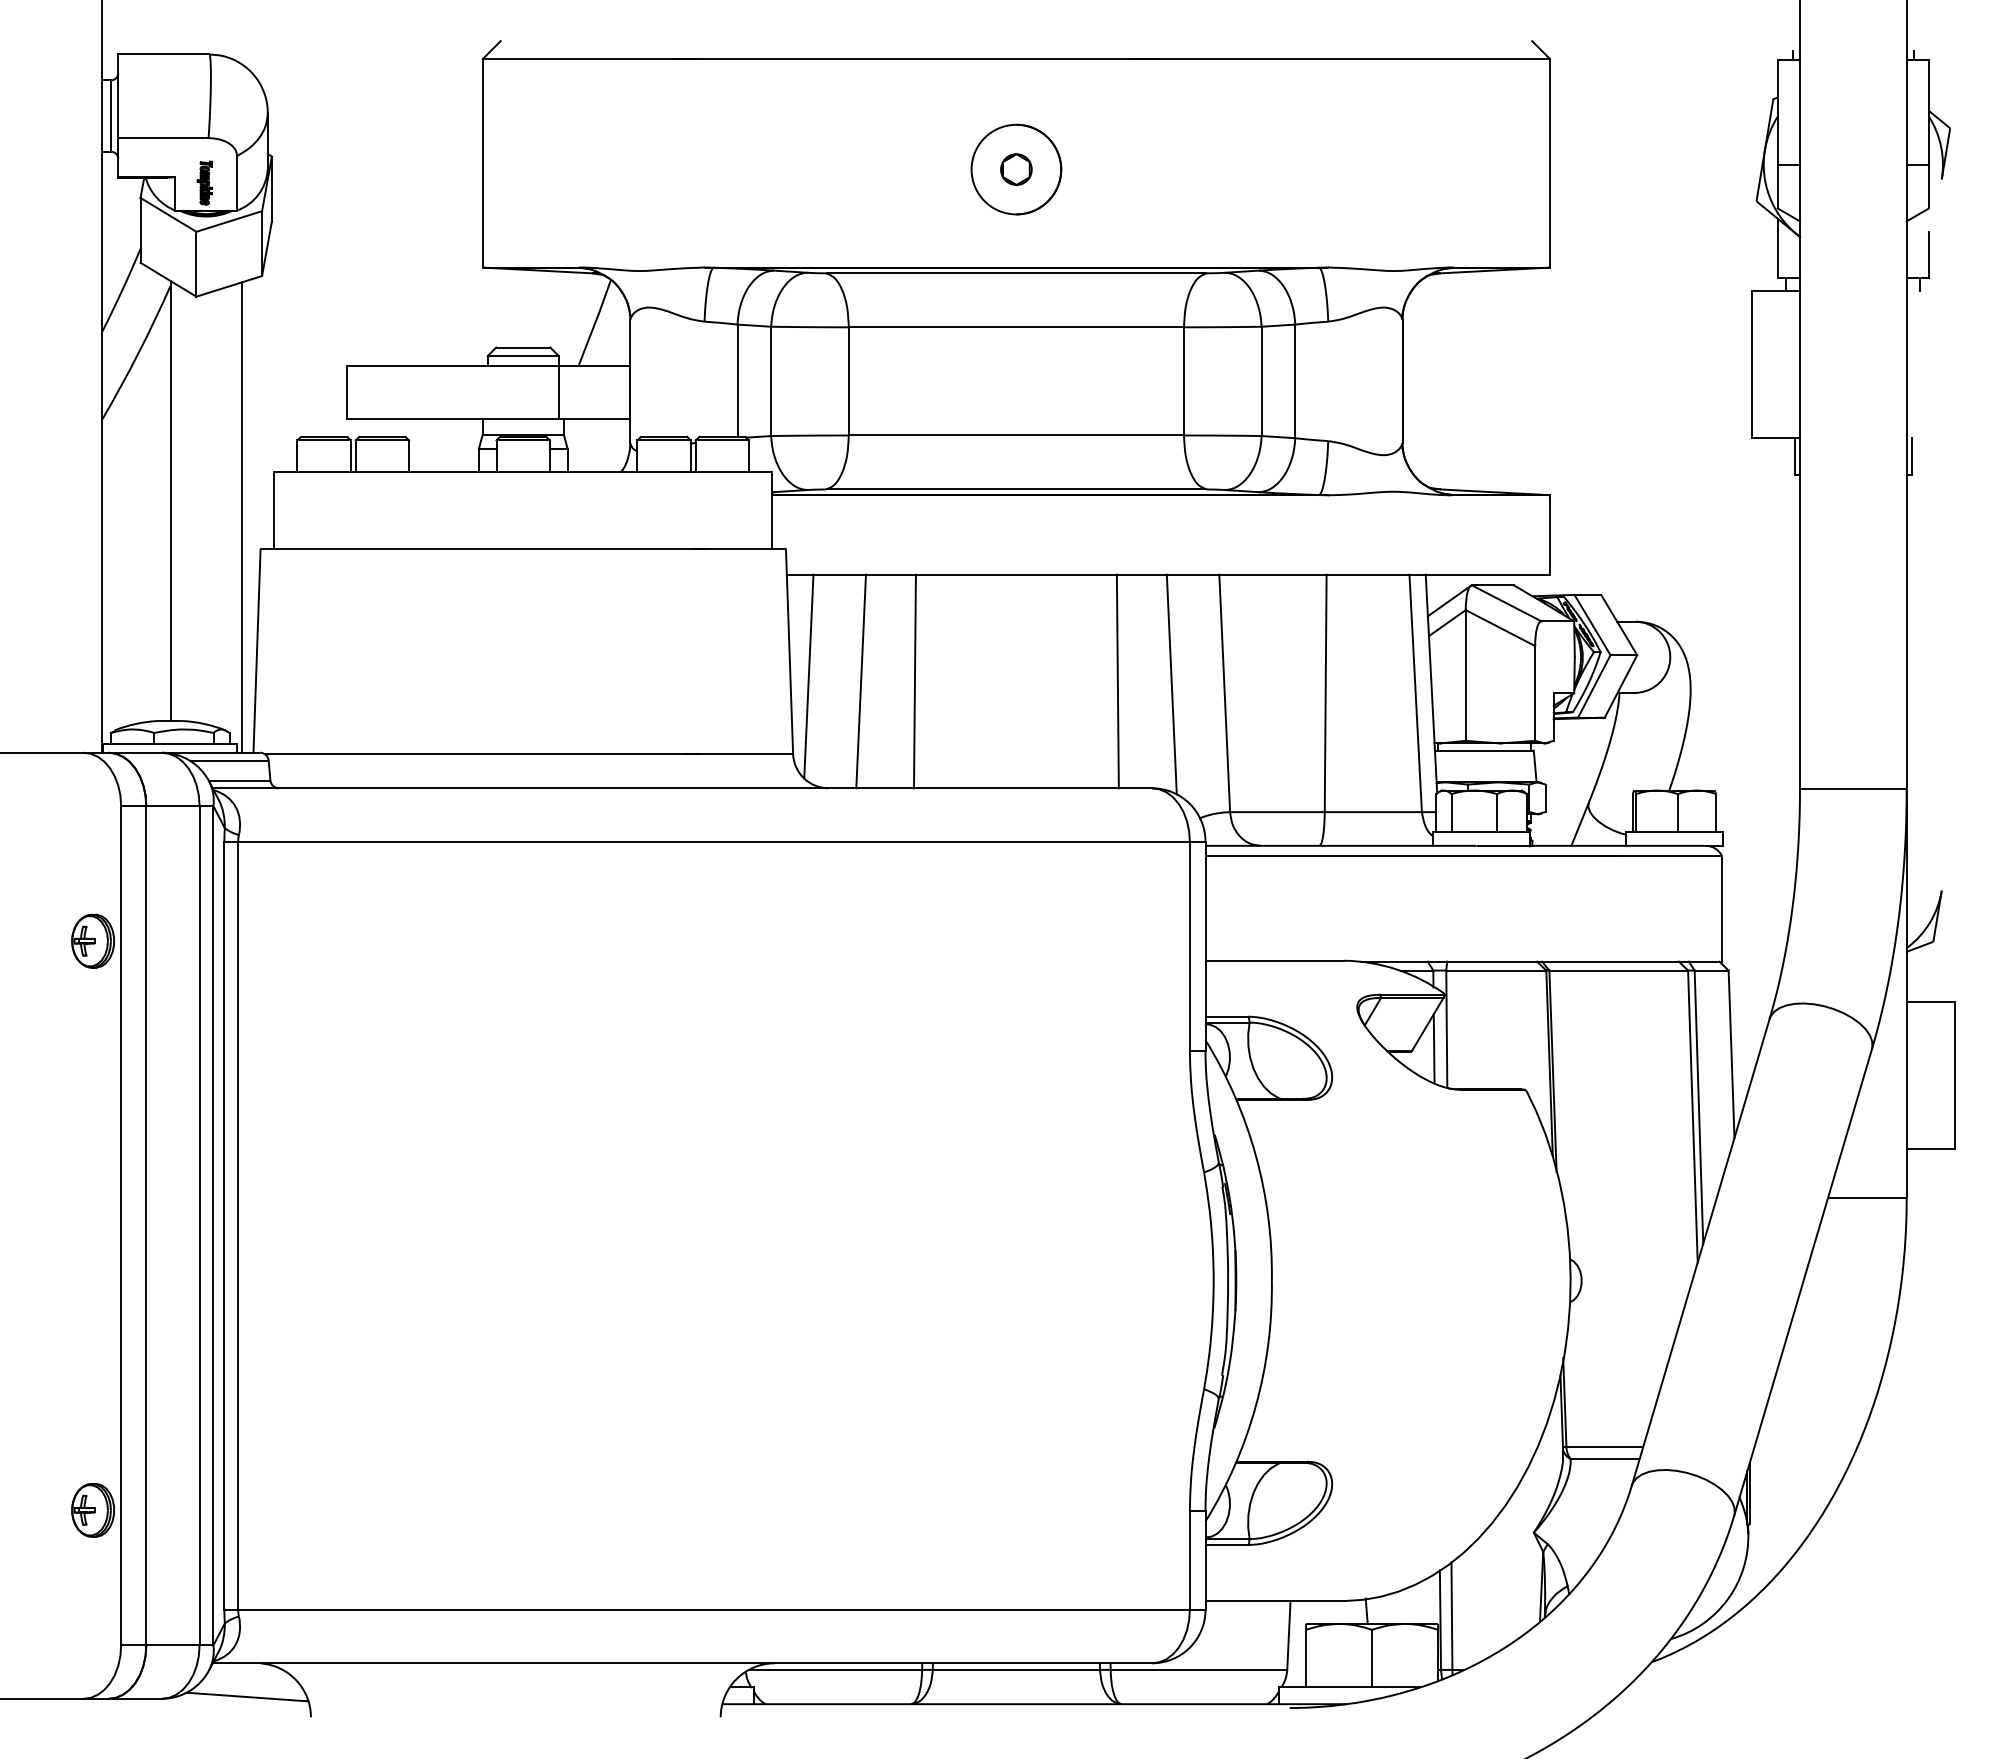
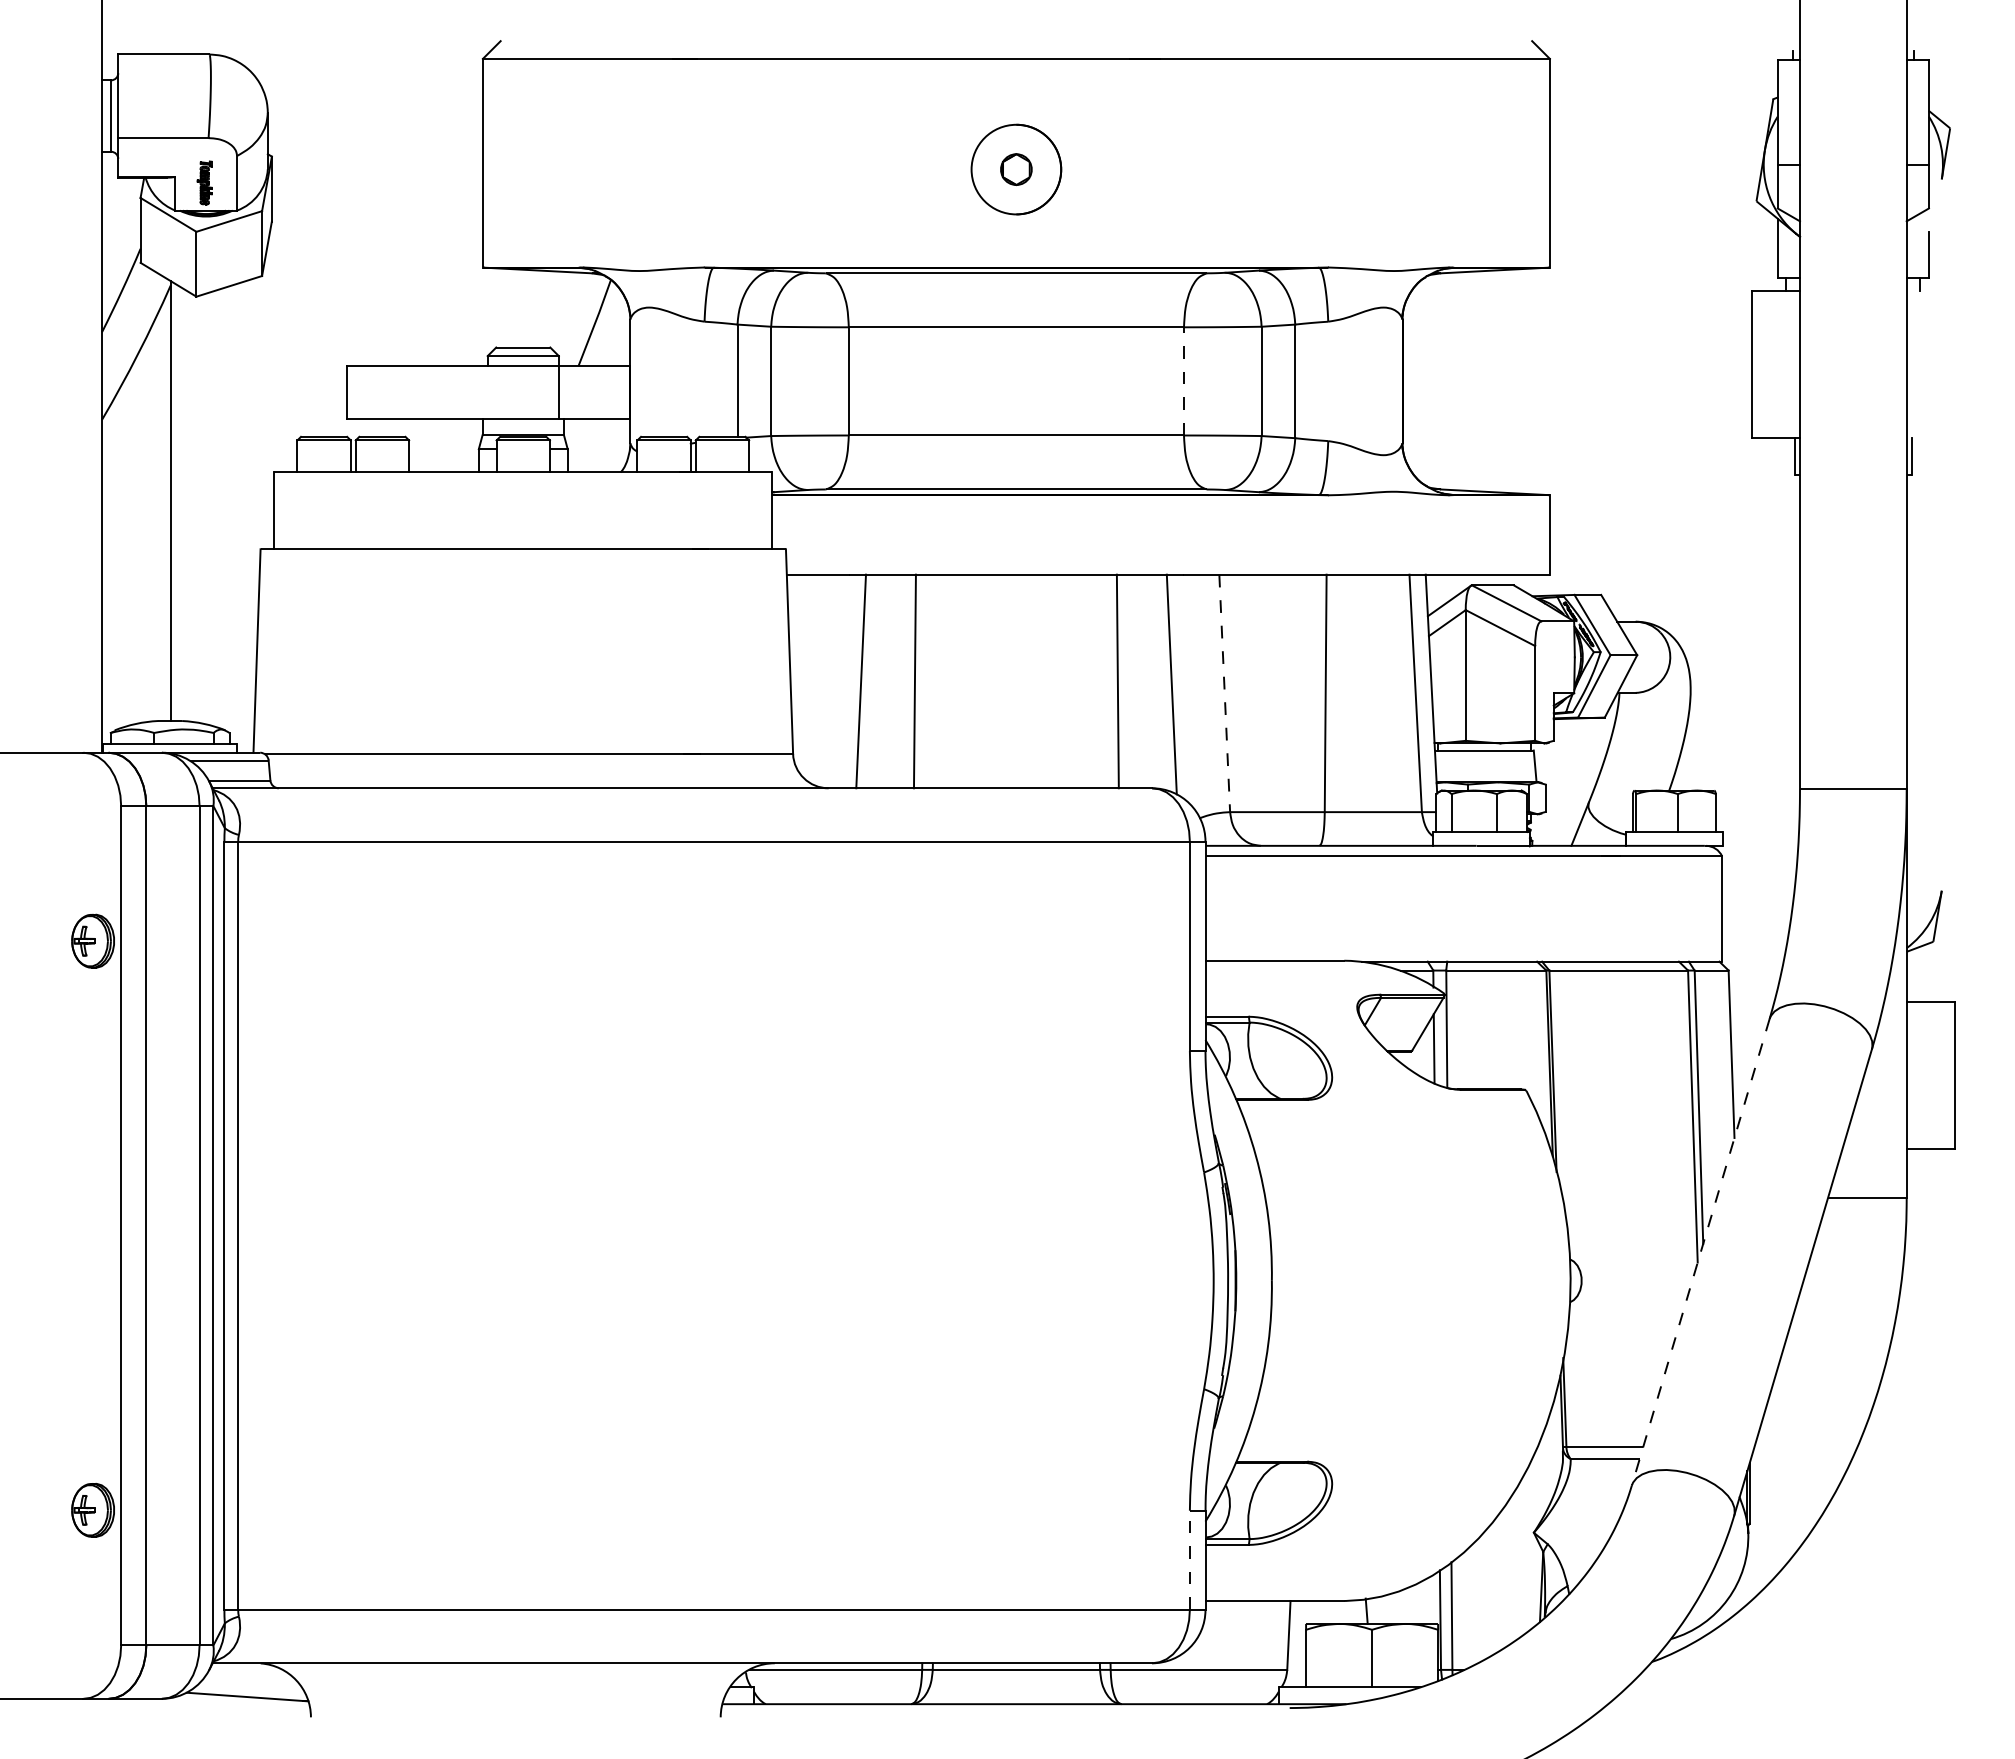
line at (1183, 380): solid -> dashed
line at (241, 517): present -> none
line at (808, 676): present -> none
line at (1224, 693): solid -> dashed
line at (1700, 1252): solid -> dashed
line at (1189, 1560): solid -> dashed
